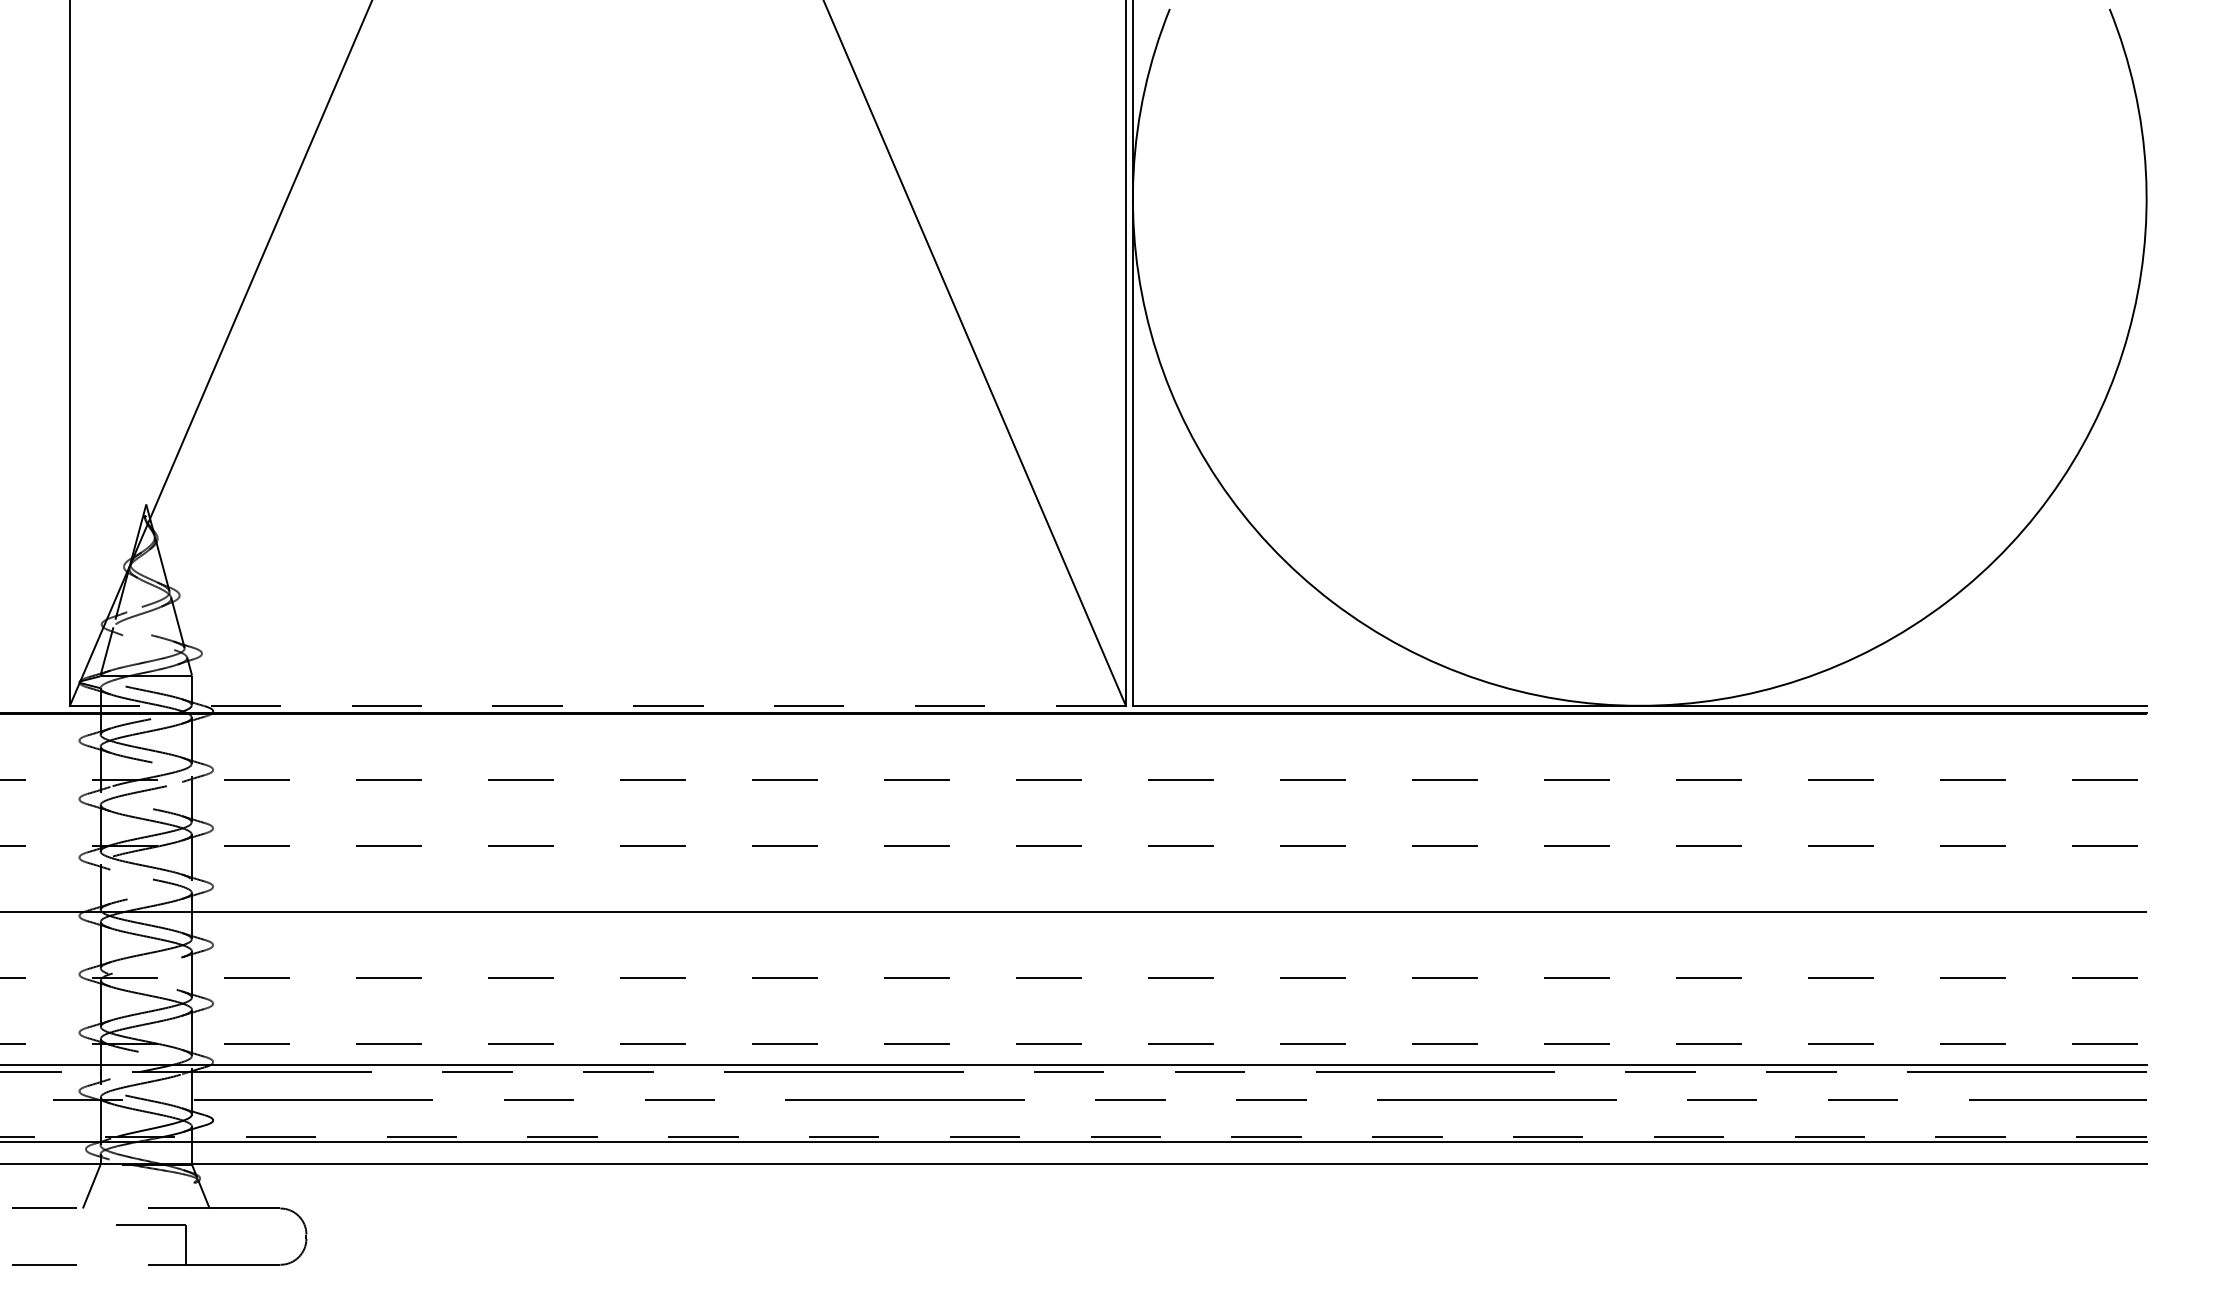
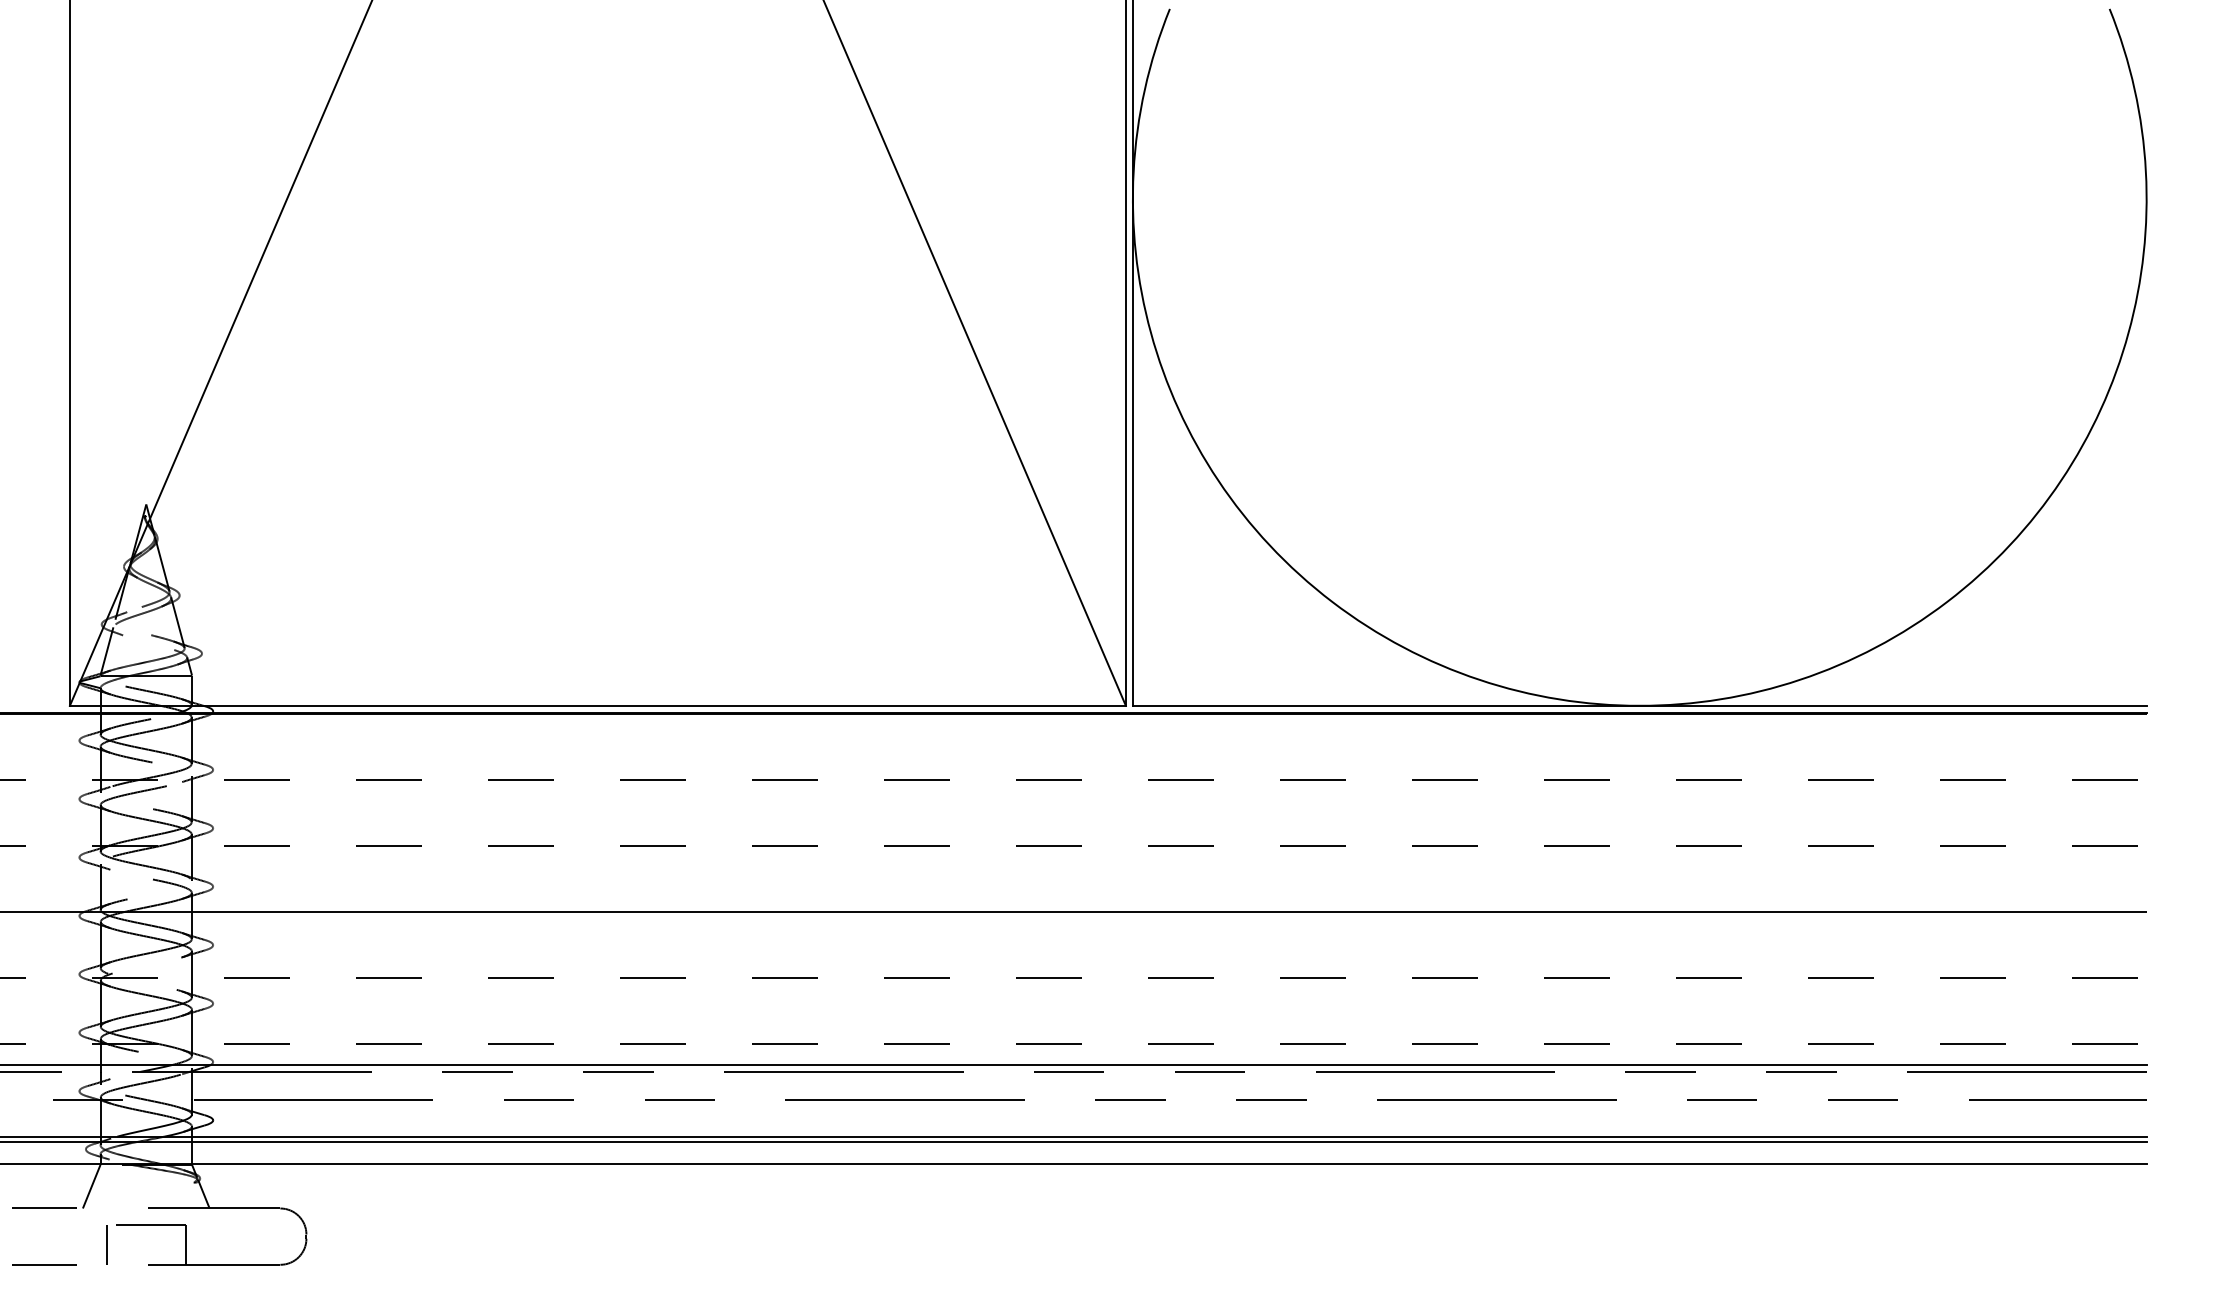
line at (597, 705): dashed -> solid
line at (1073, 1136): dashed -> solid
line at (106, 1244): none -> present
